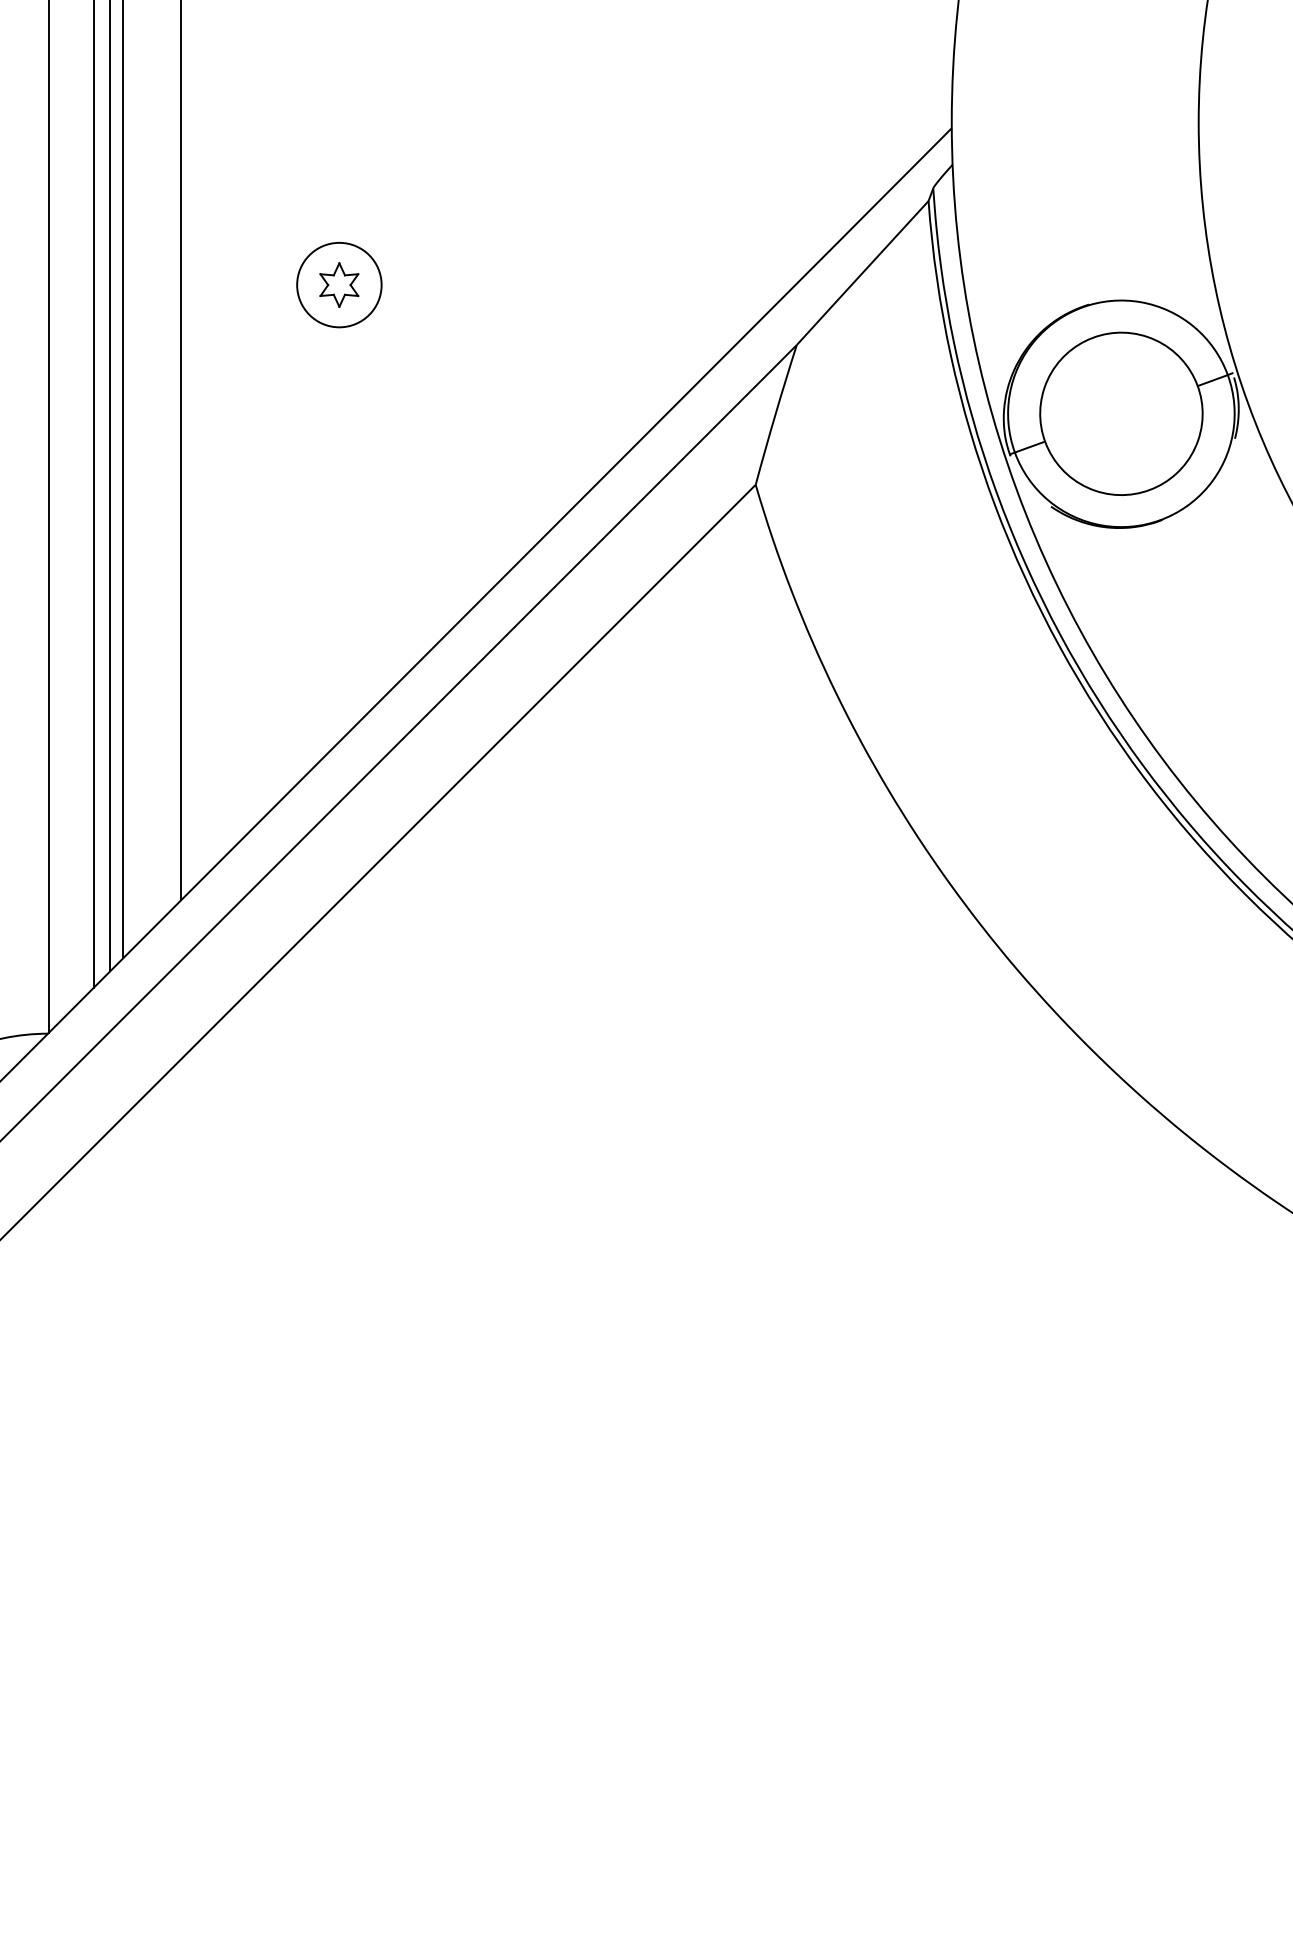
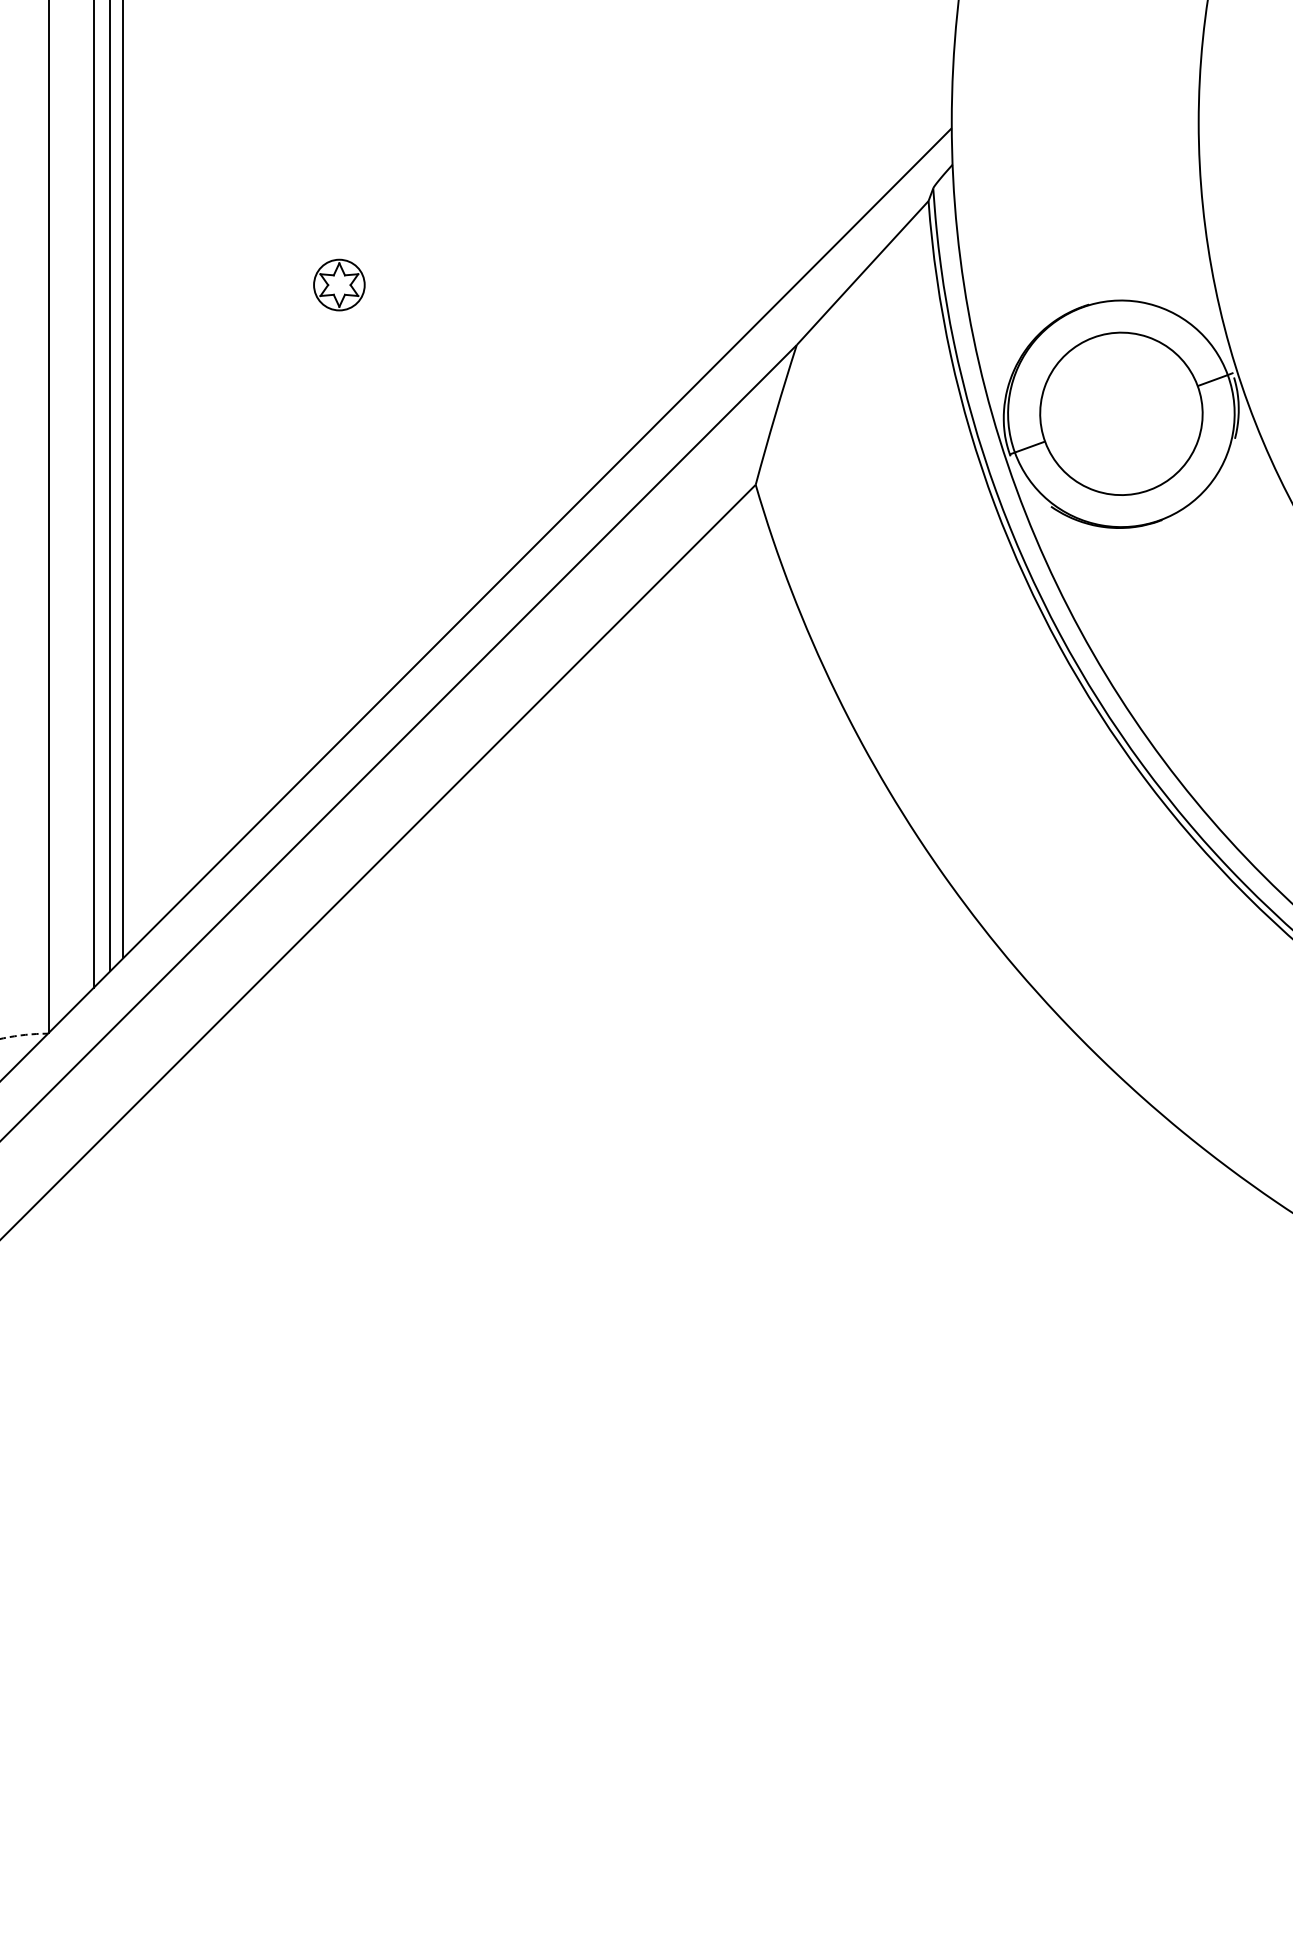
circle at (339, 284) diameter: 84 px -> 51 px
line at (181, 451): present -> none
arc at (24, 1034): solid -> dashed
